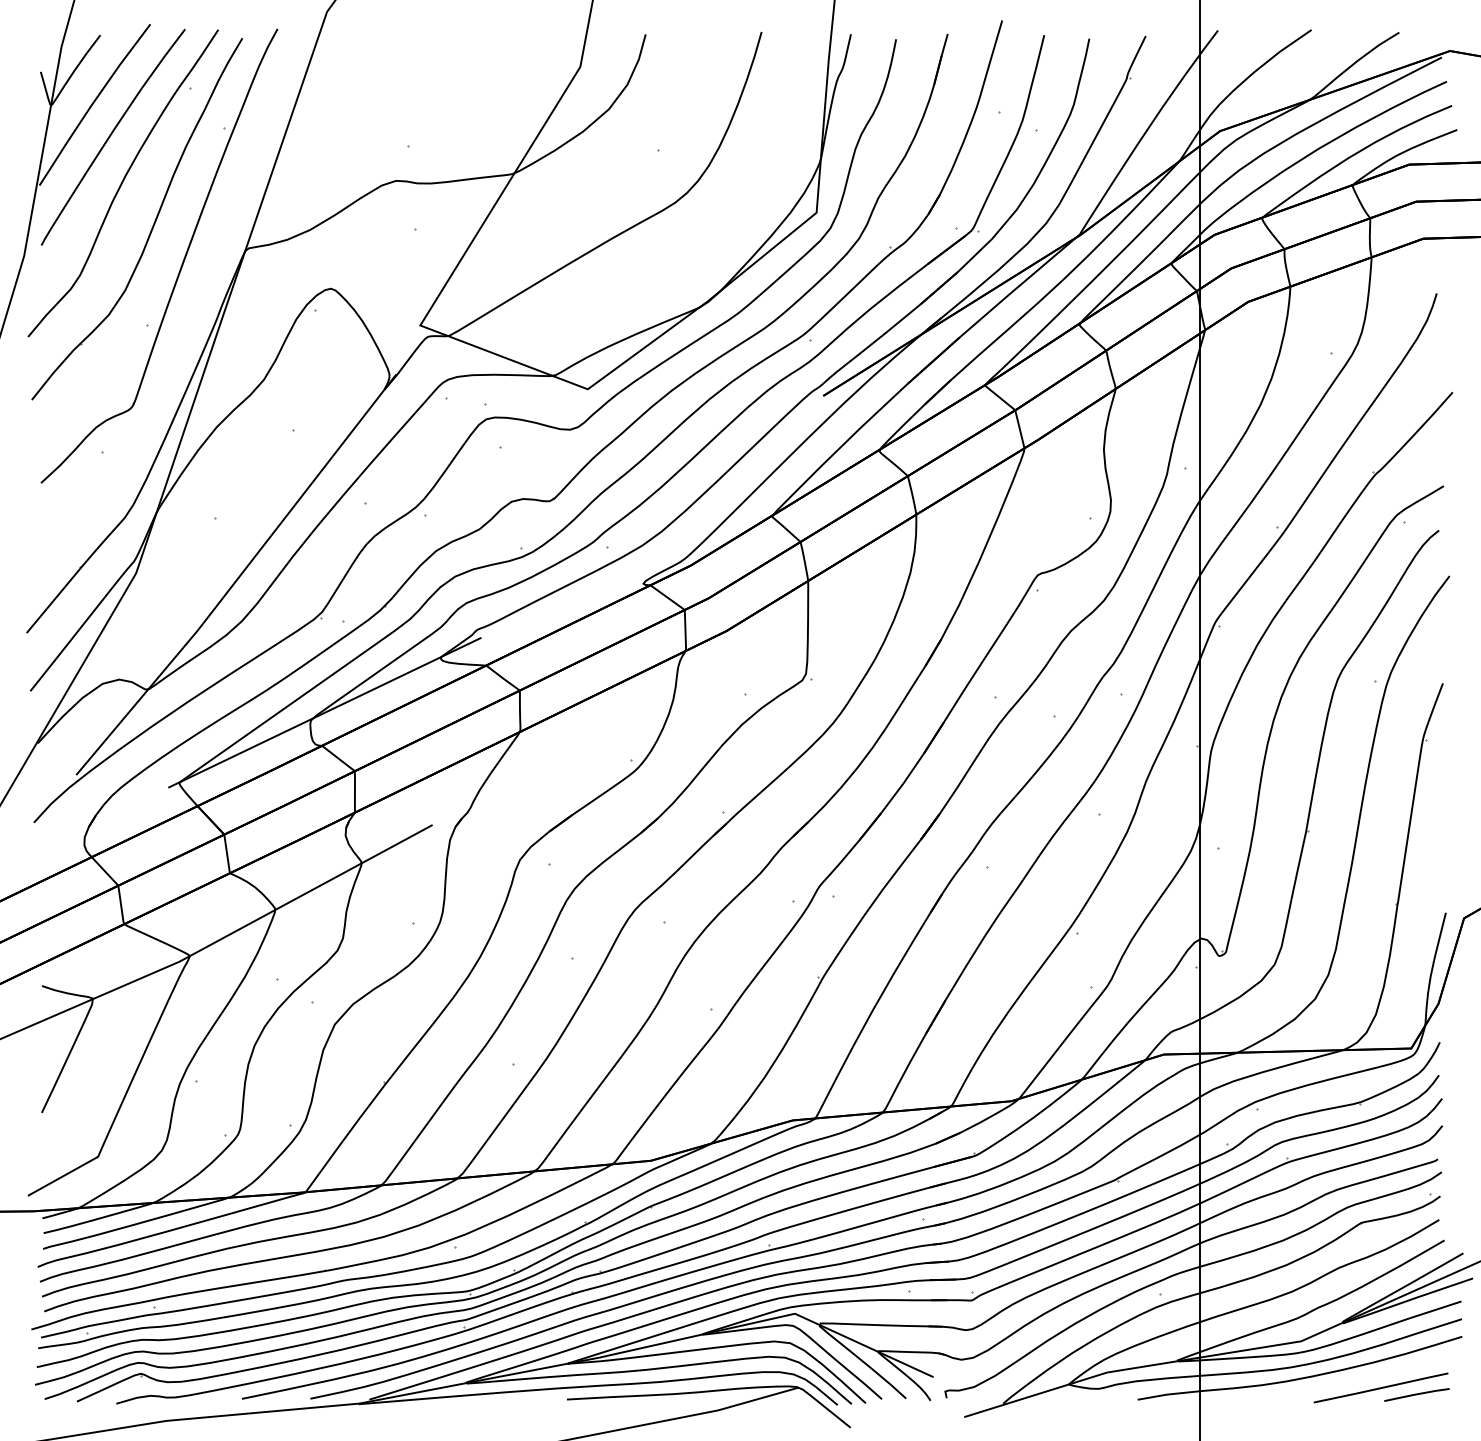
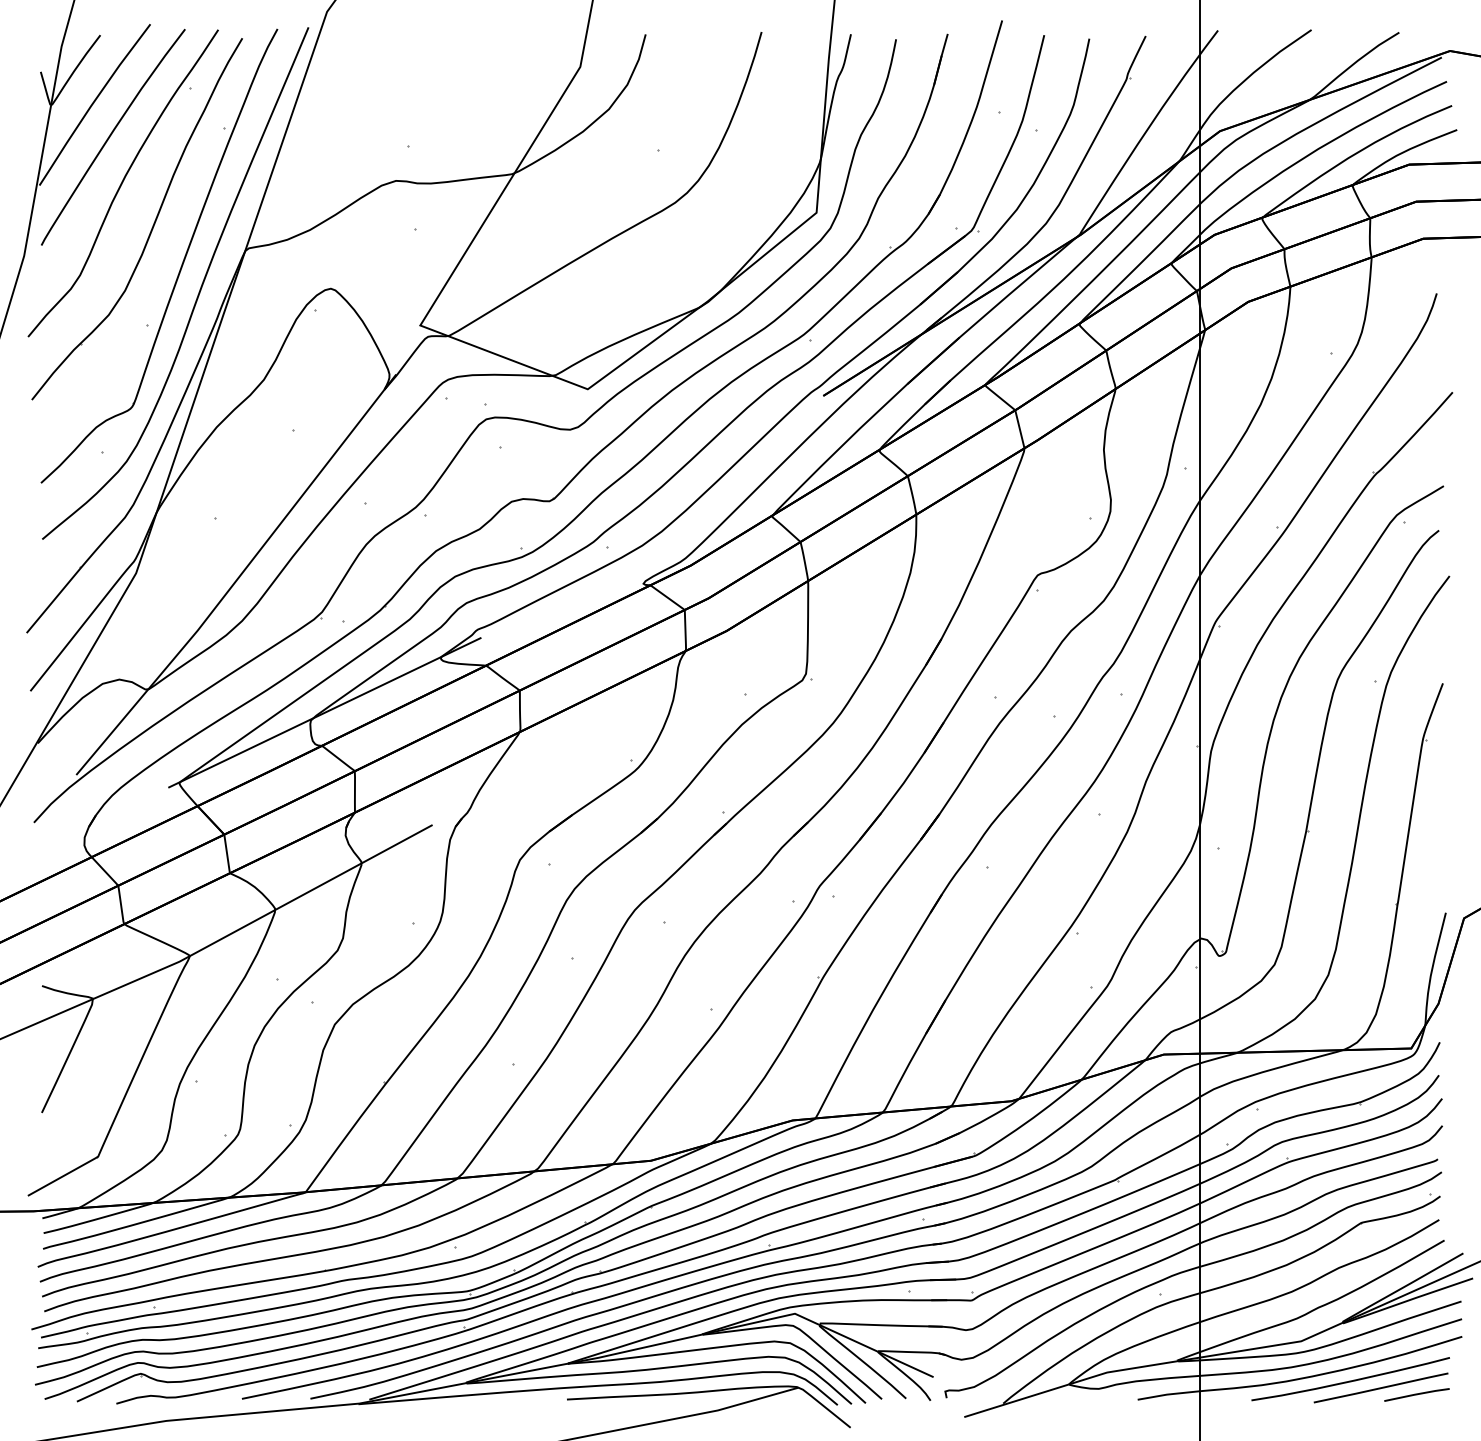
curve at (197, 294): none -> present
curve at (1350, 1380): none -> present
